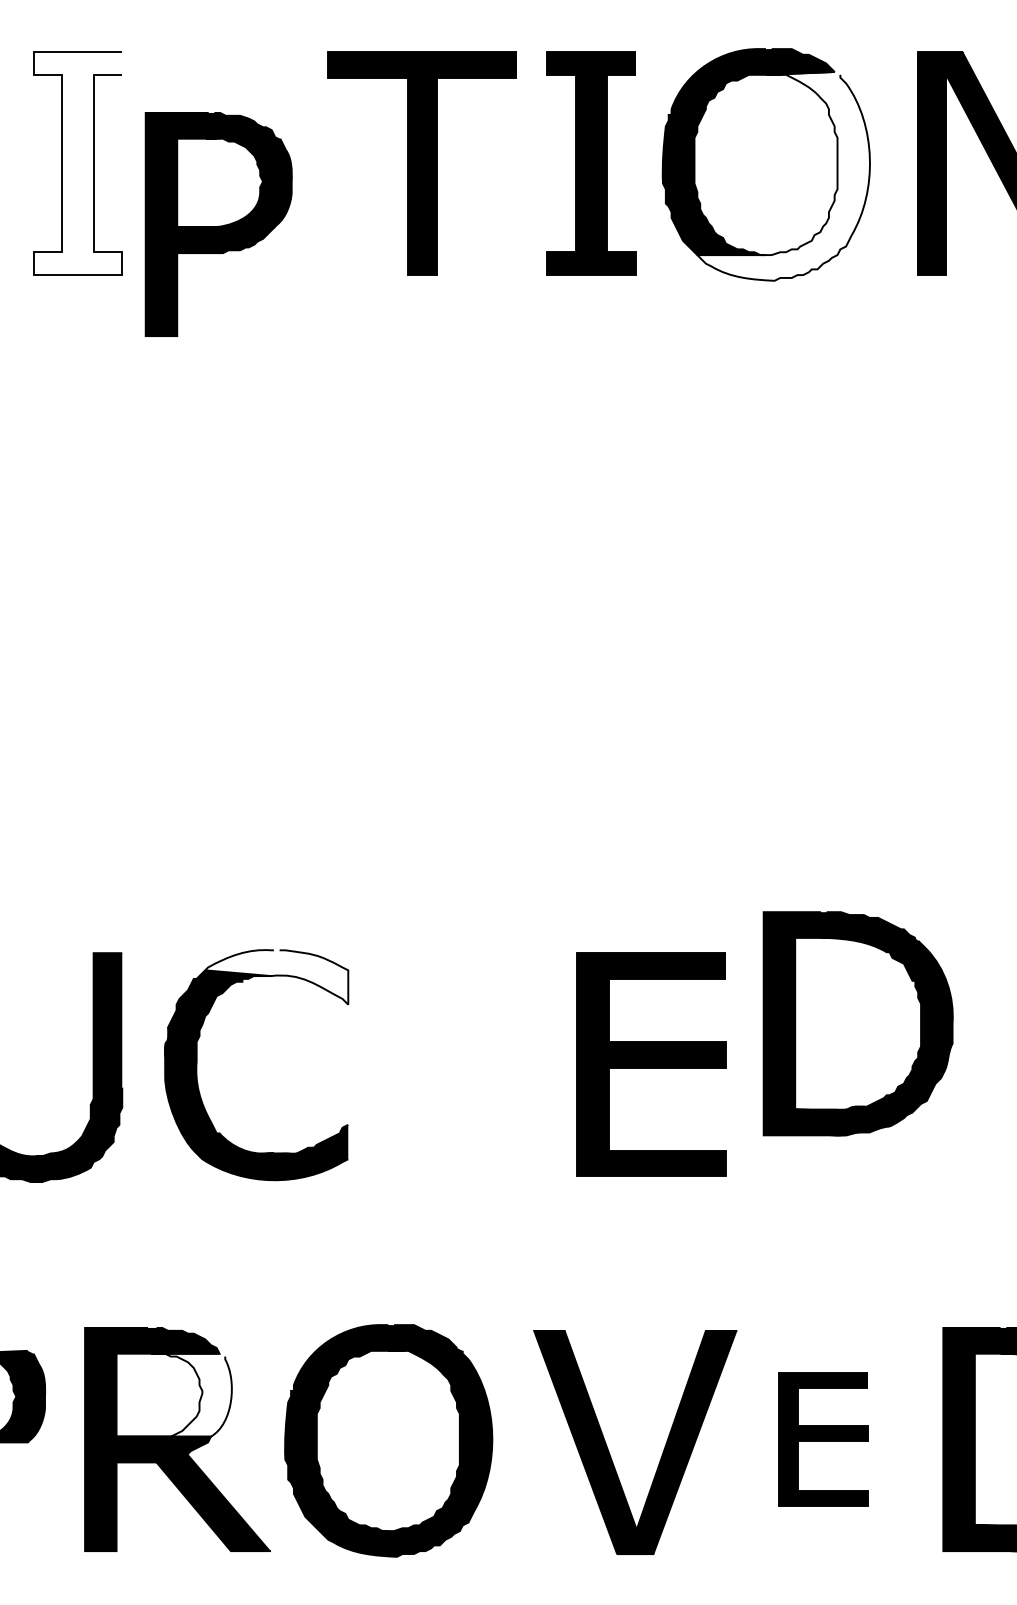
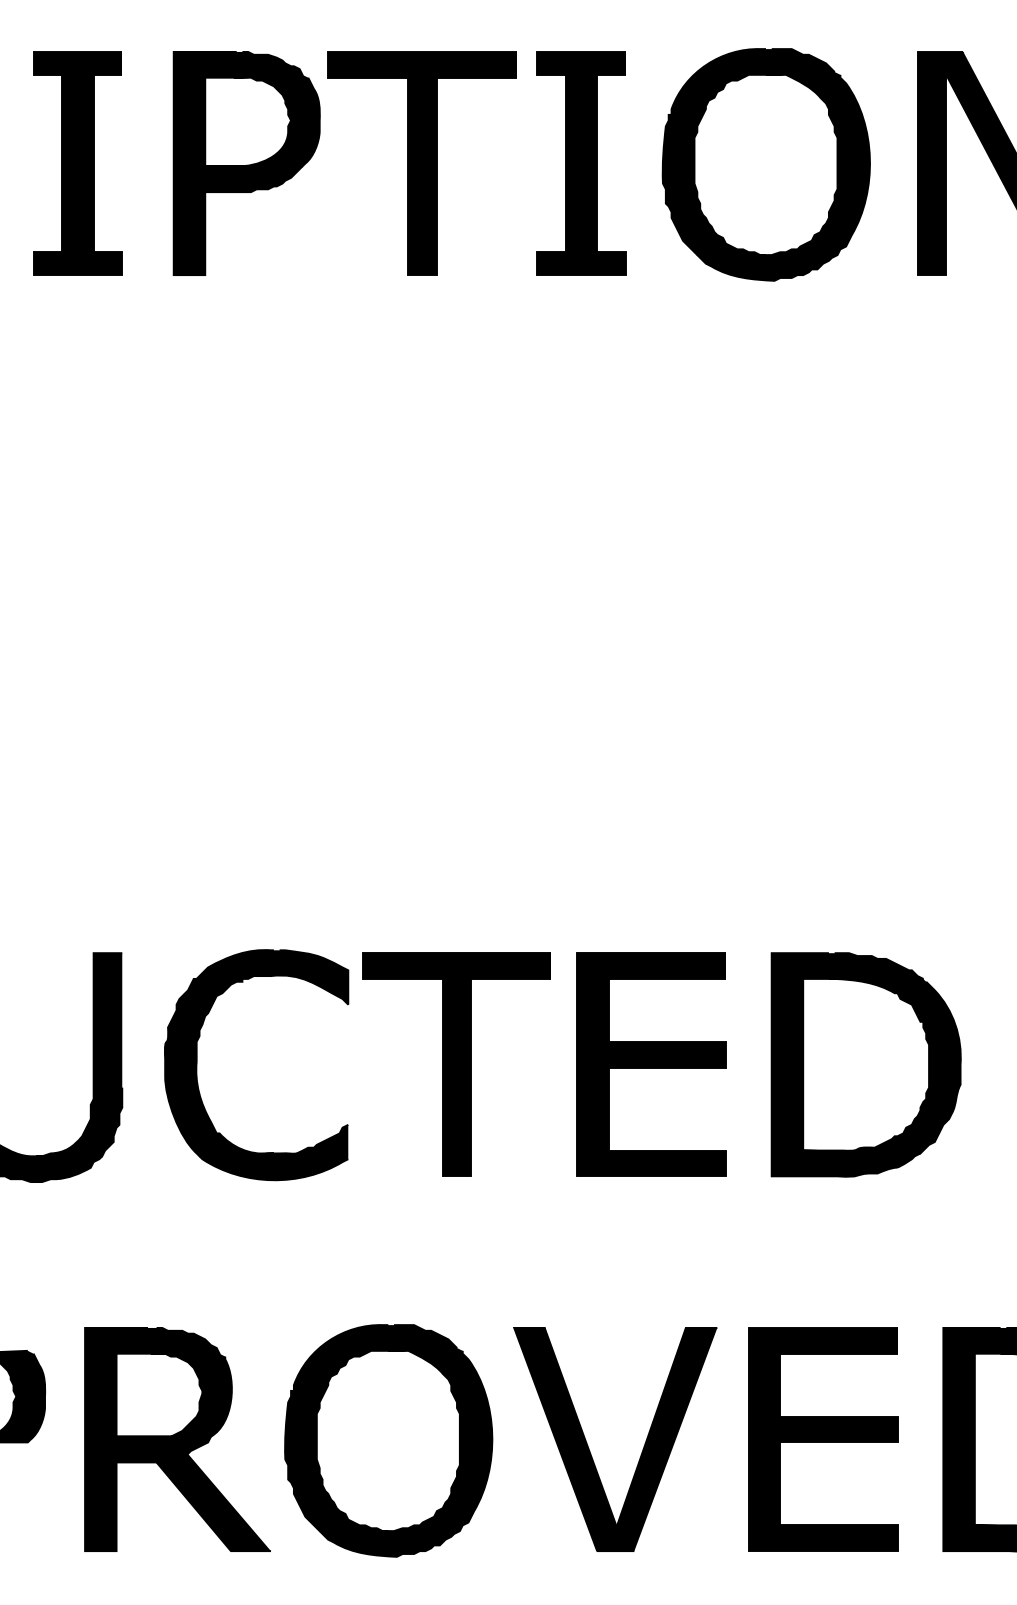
fill at (77, 163): none -> present
part at (591, 163) position: (591, 163) -> (581, 163)
fill at (783, 175): none -> present
part at (218, 224) position: (218, 224) -> (246, 163)
fill at (276, 977): none -> present
part at (857, 1023) position: (857, 1023) -> (865, 1064)
part at (456, 1064): none -> present
fill at (173, 1394): none -> present
part at (823, 1439) size: 91x135 px -> 151x225 px
part at (609, 1451) position: (609, 1451) -> (589, 1448)
